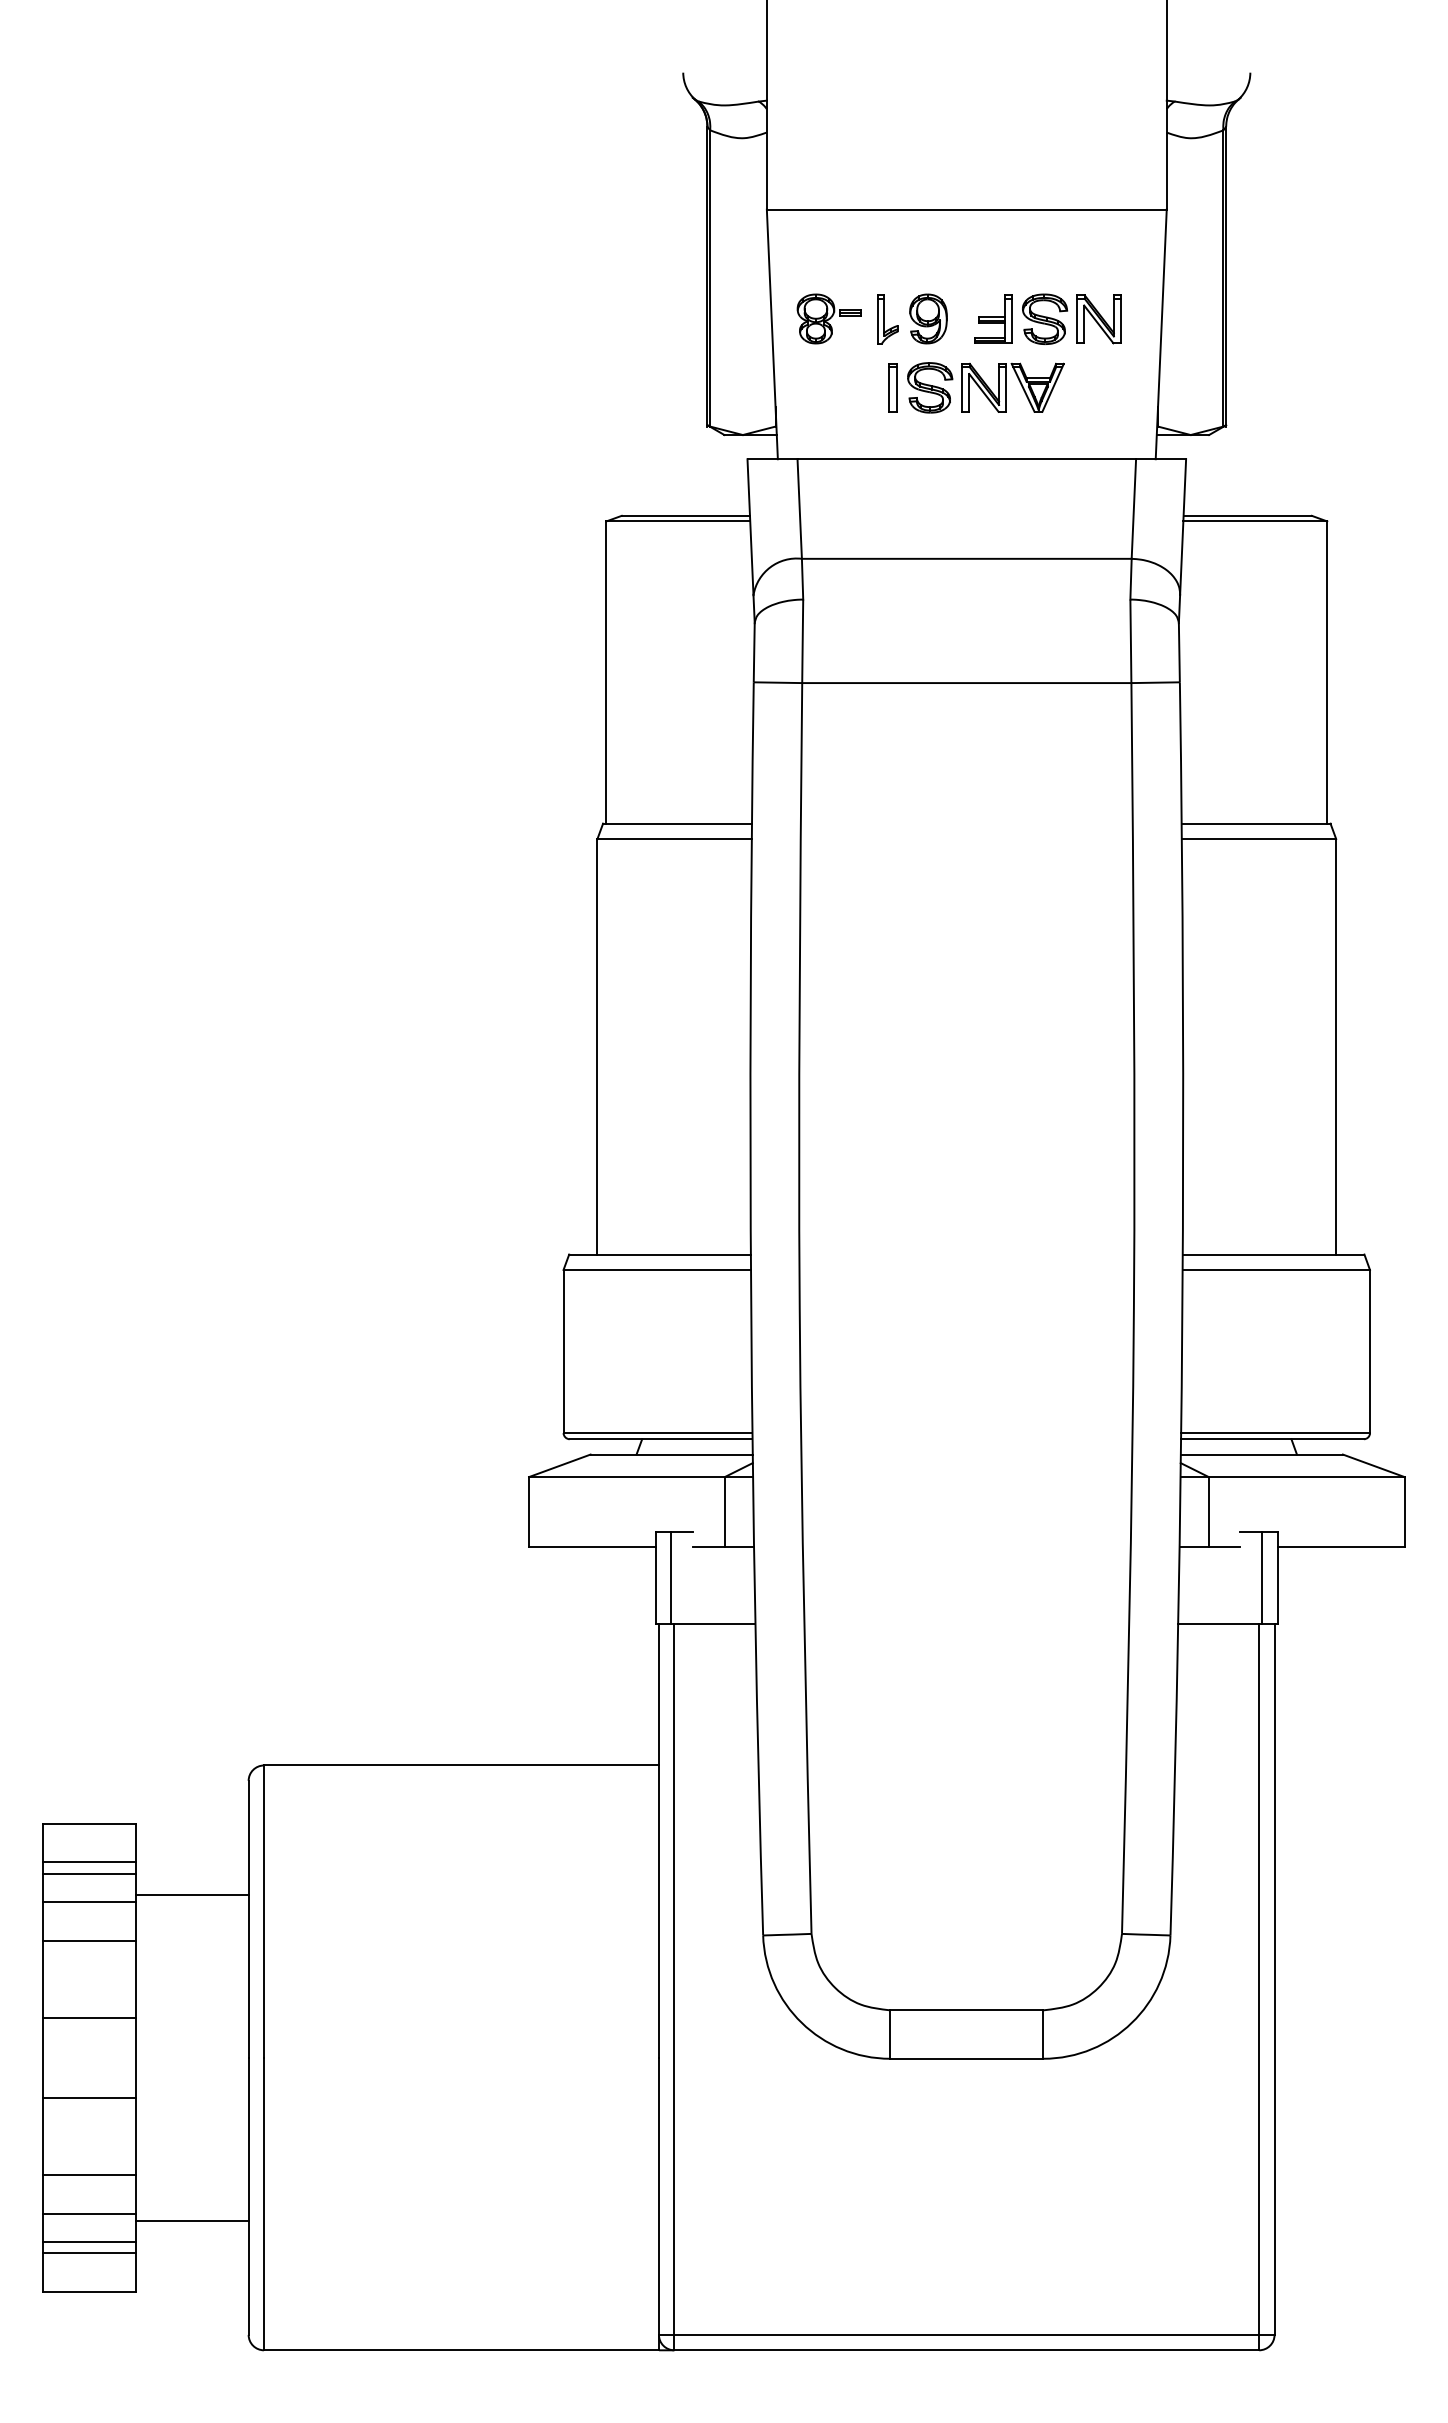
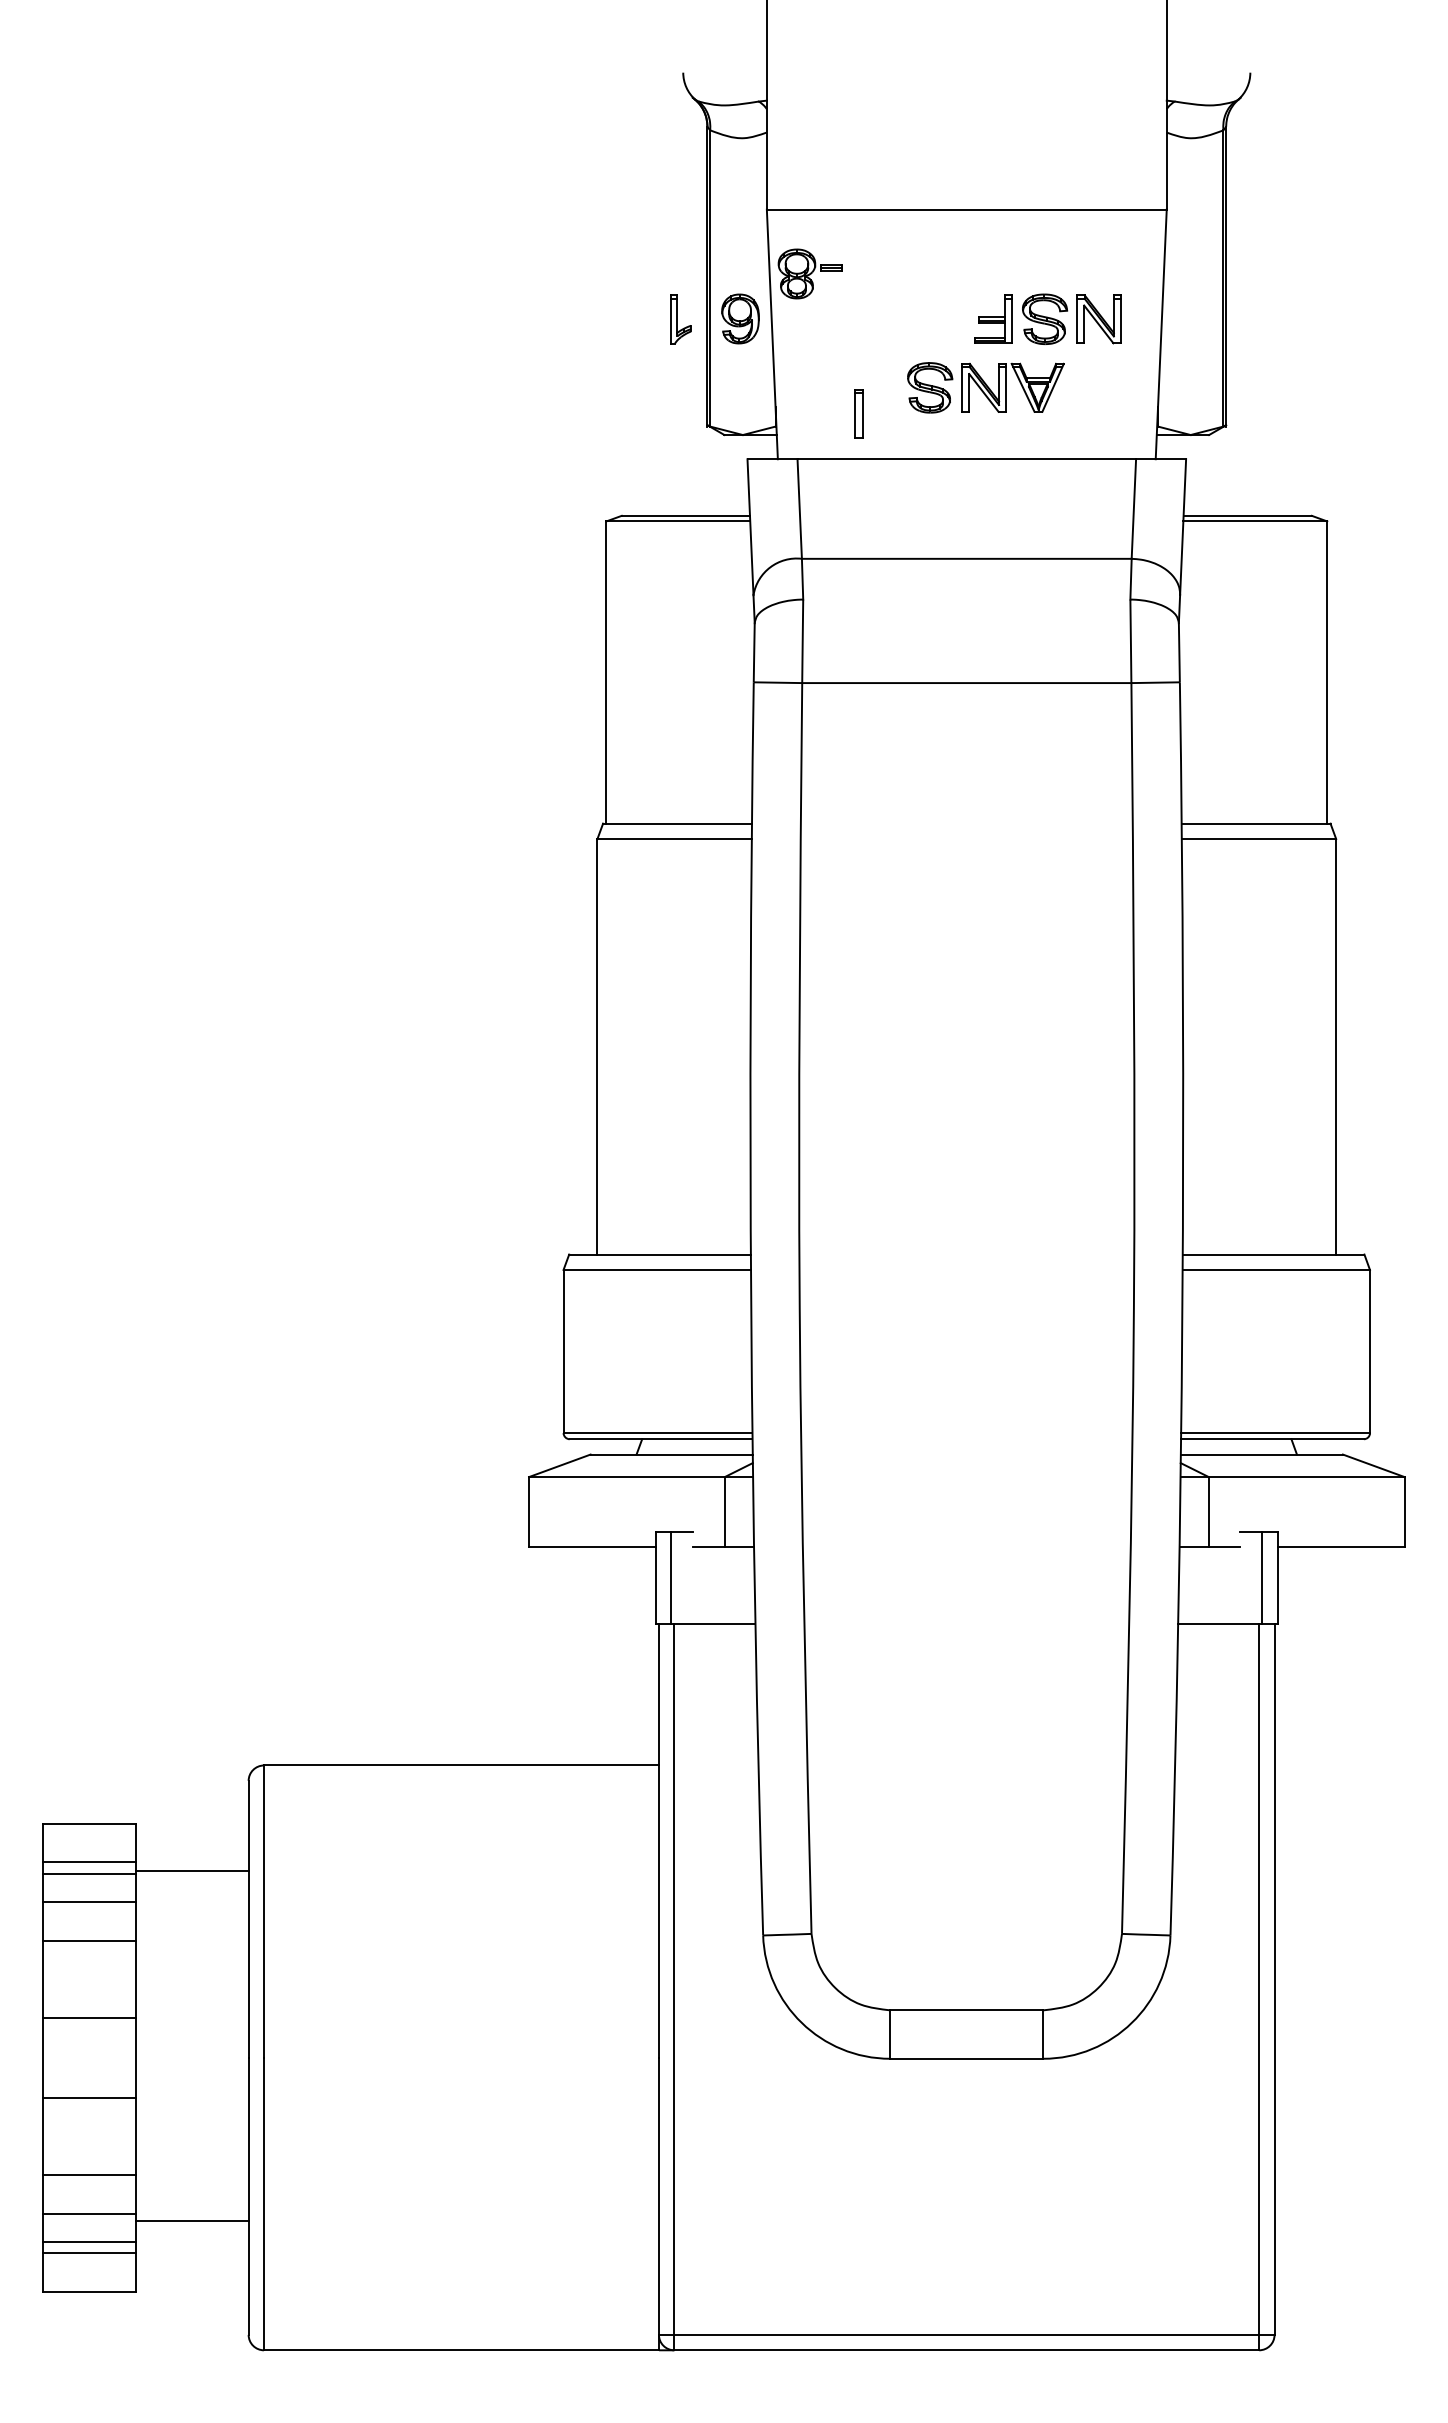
part at (828, 318) position: (828, 318) -> (809, 273)
part at (928, 318) position: (928, 318) -> (740, 318)
part at (887, 319) position: (887, 319) -> (680, 319)
part at (892, 387) position: (892, 387) -> (858, 413)
line at (191, 1894) position: (191, 1894) -> (191, 1870)
